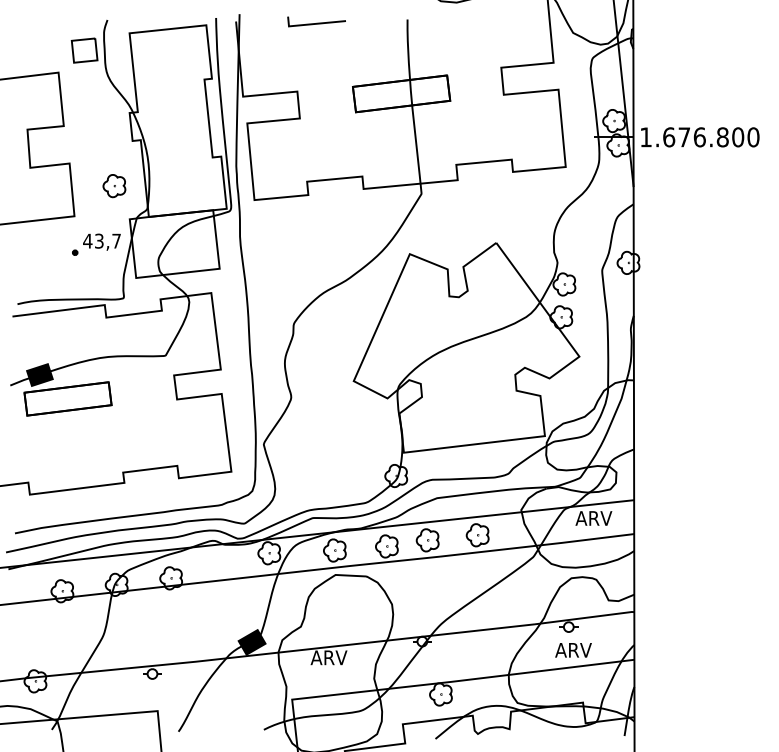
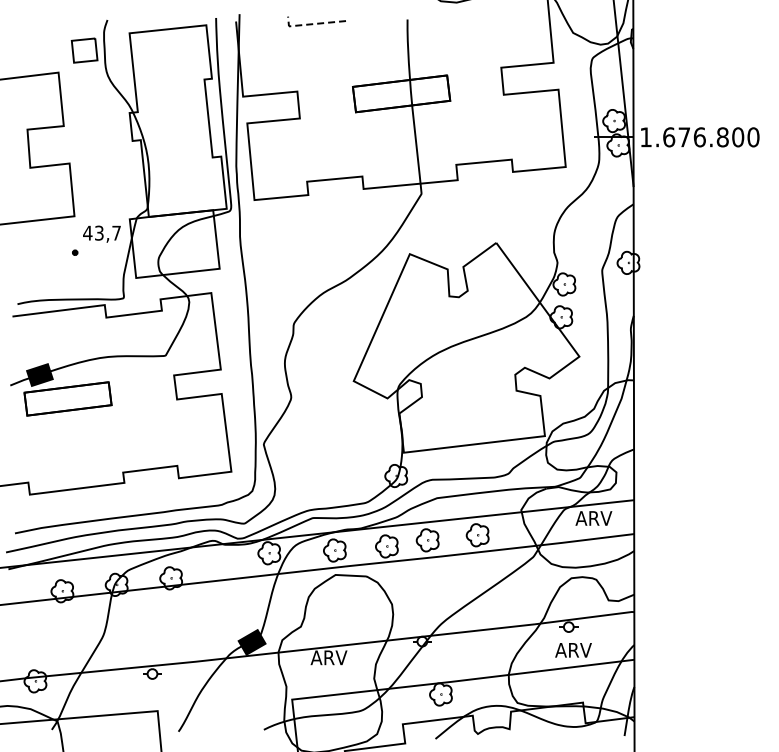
line at (311, 24): solid -> dashed
part at (114, 186): present -> none
text at (101, 241) position: (101, 241) -> (101, 233)
